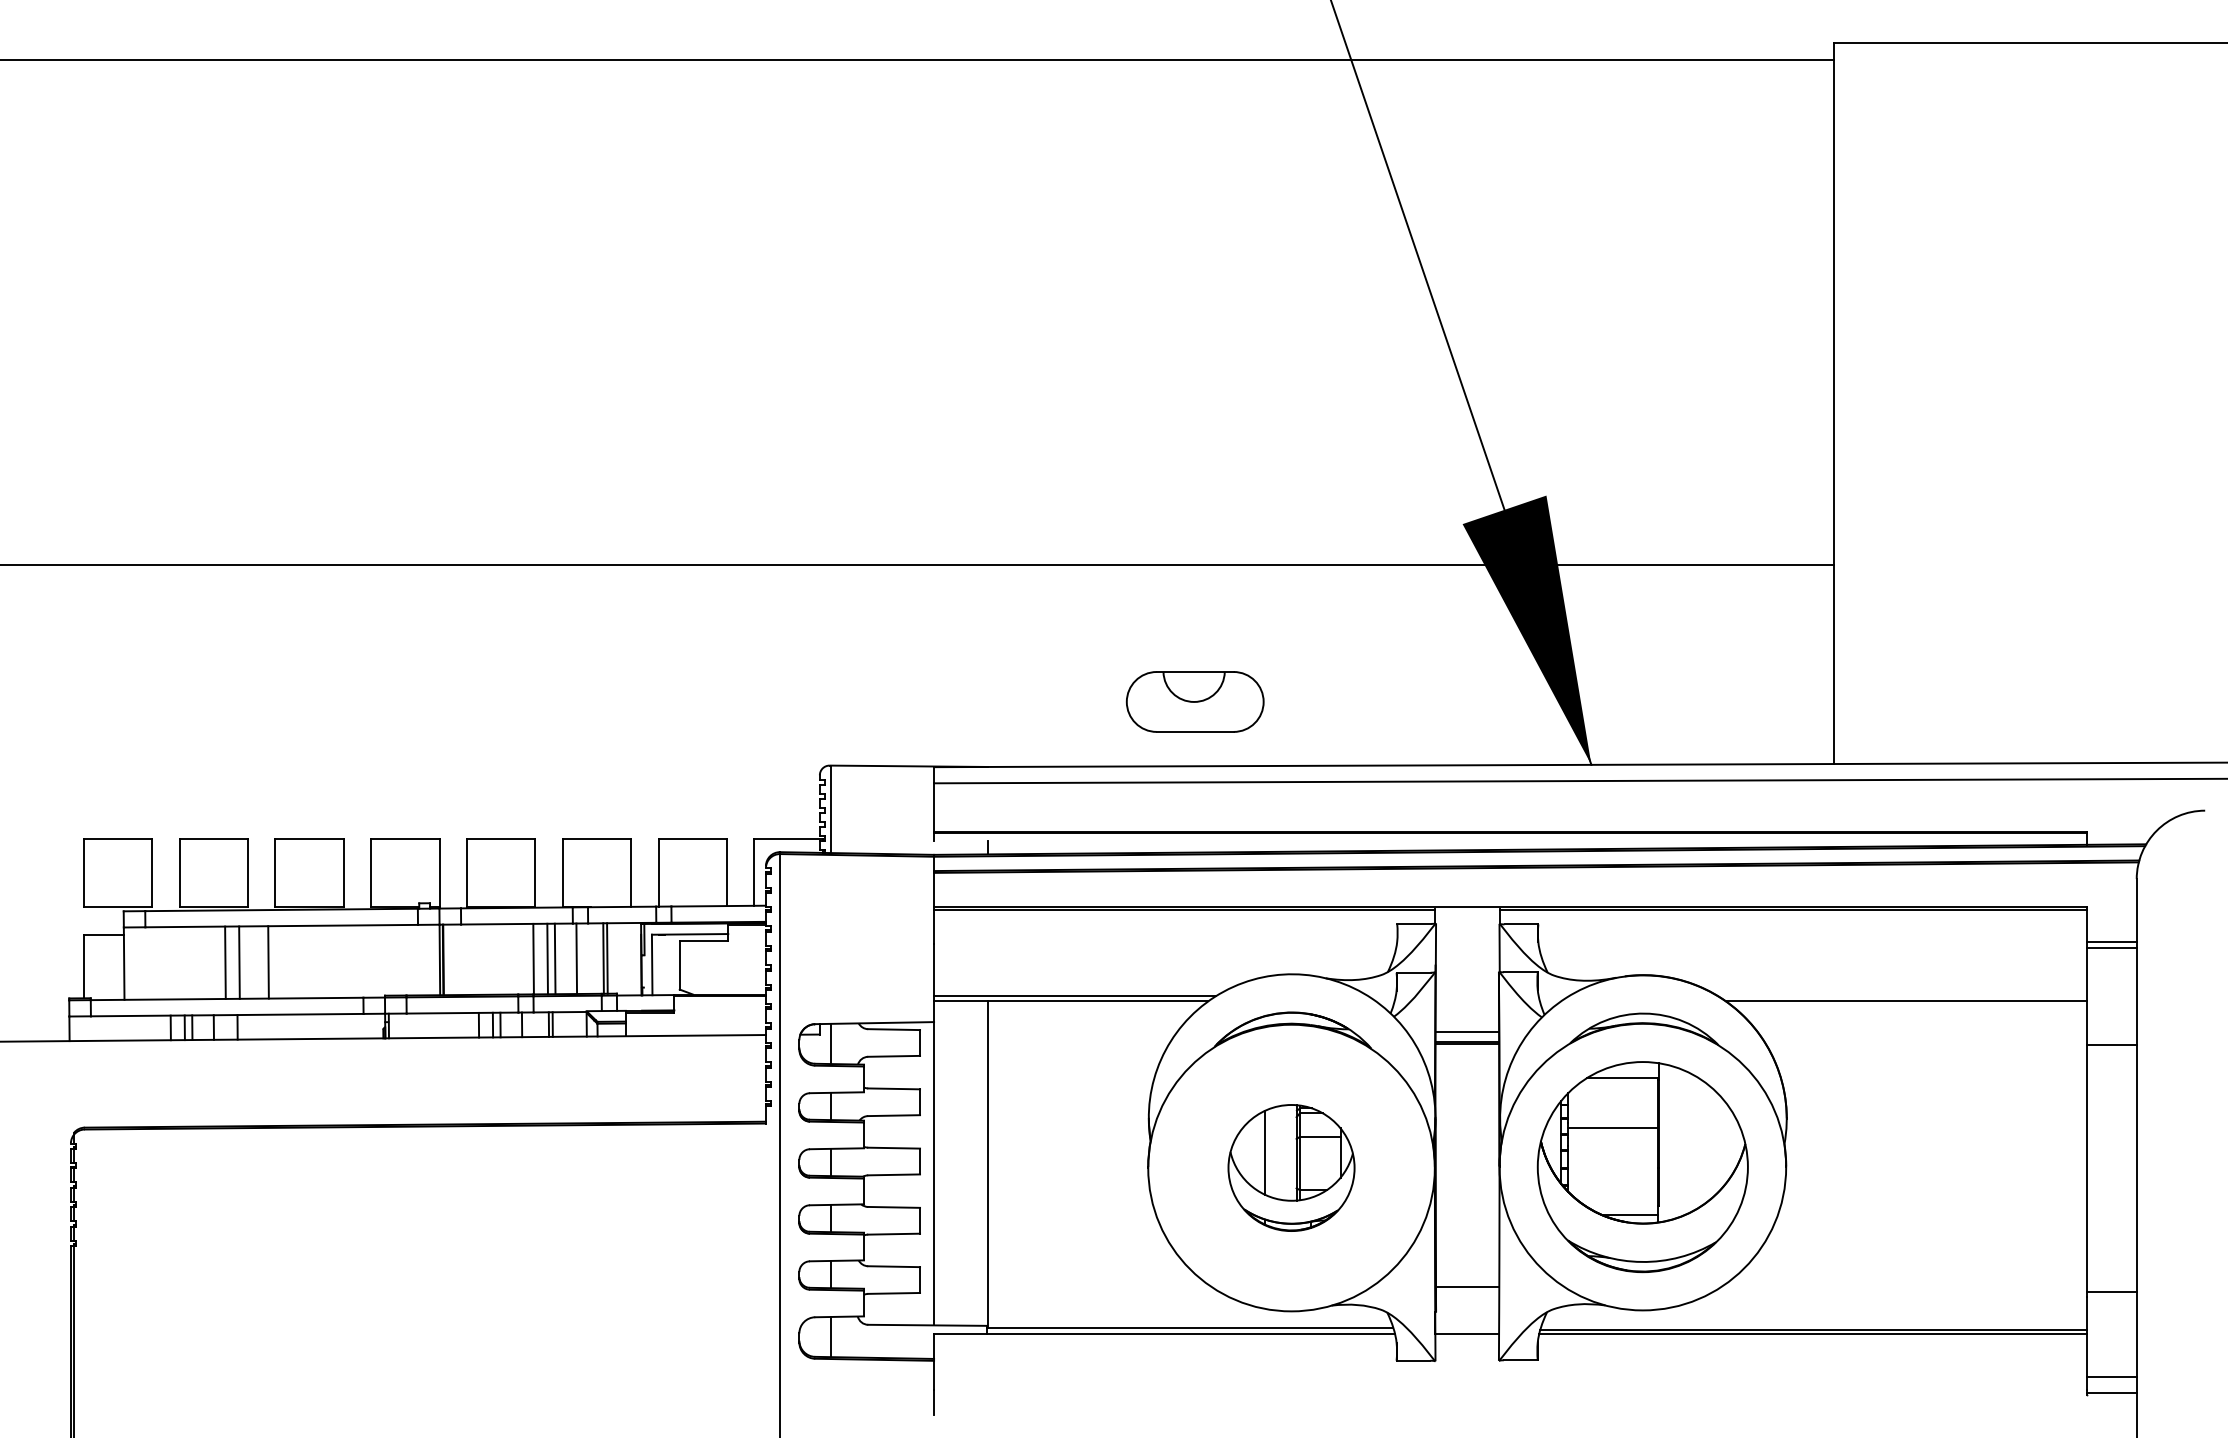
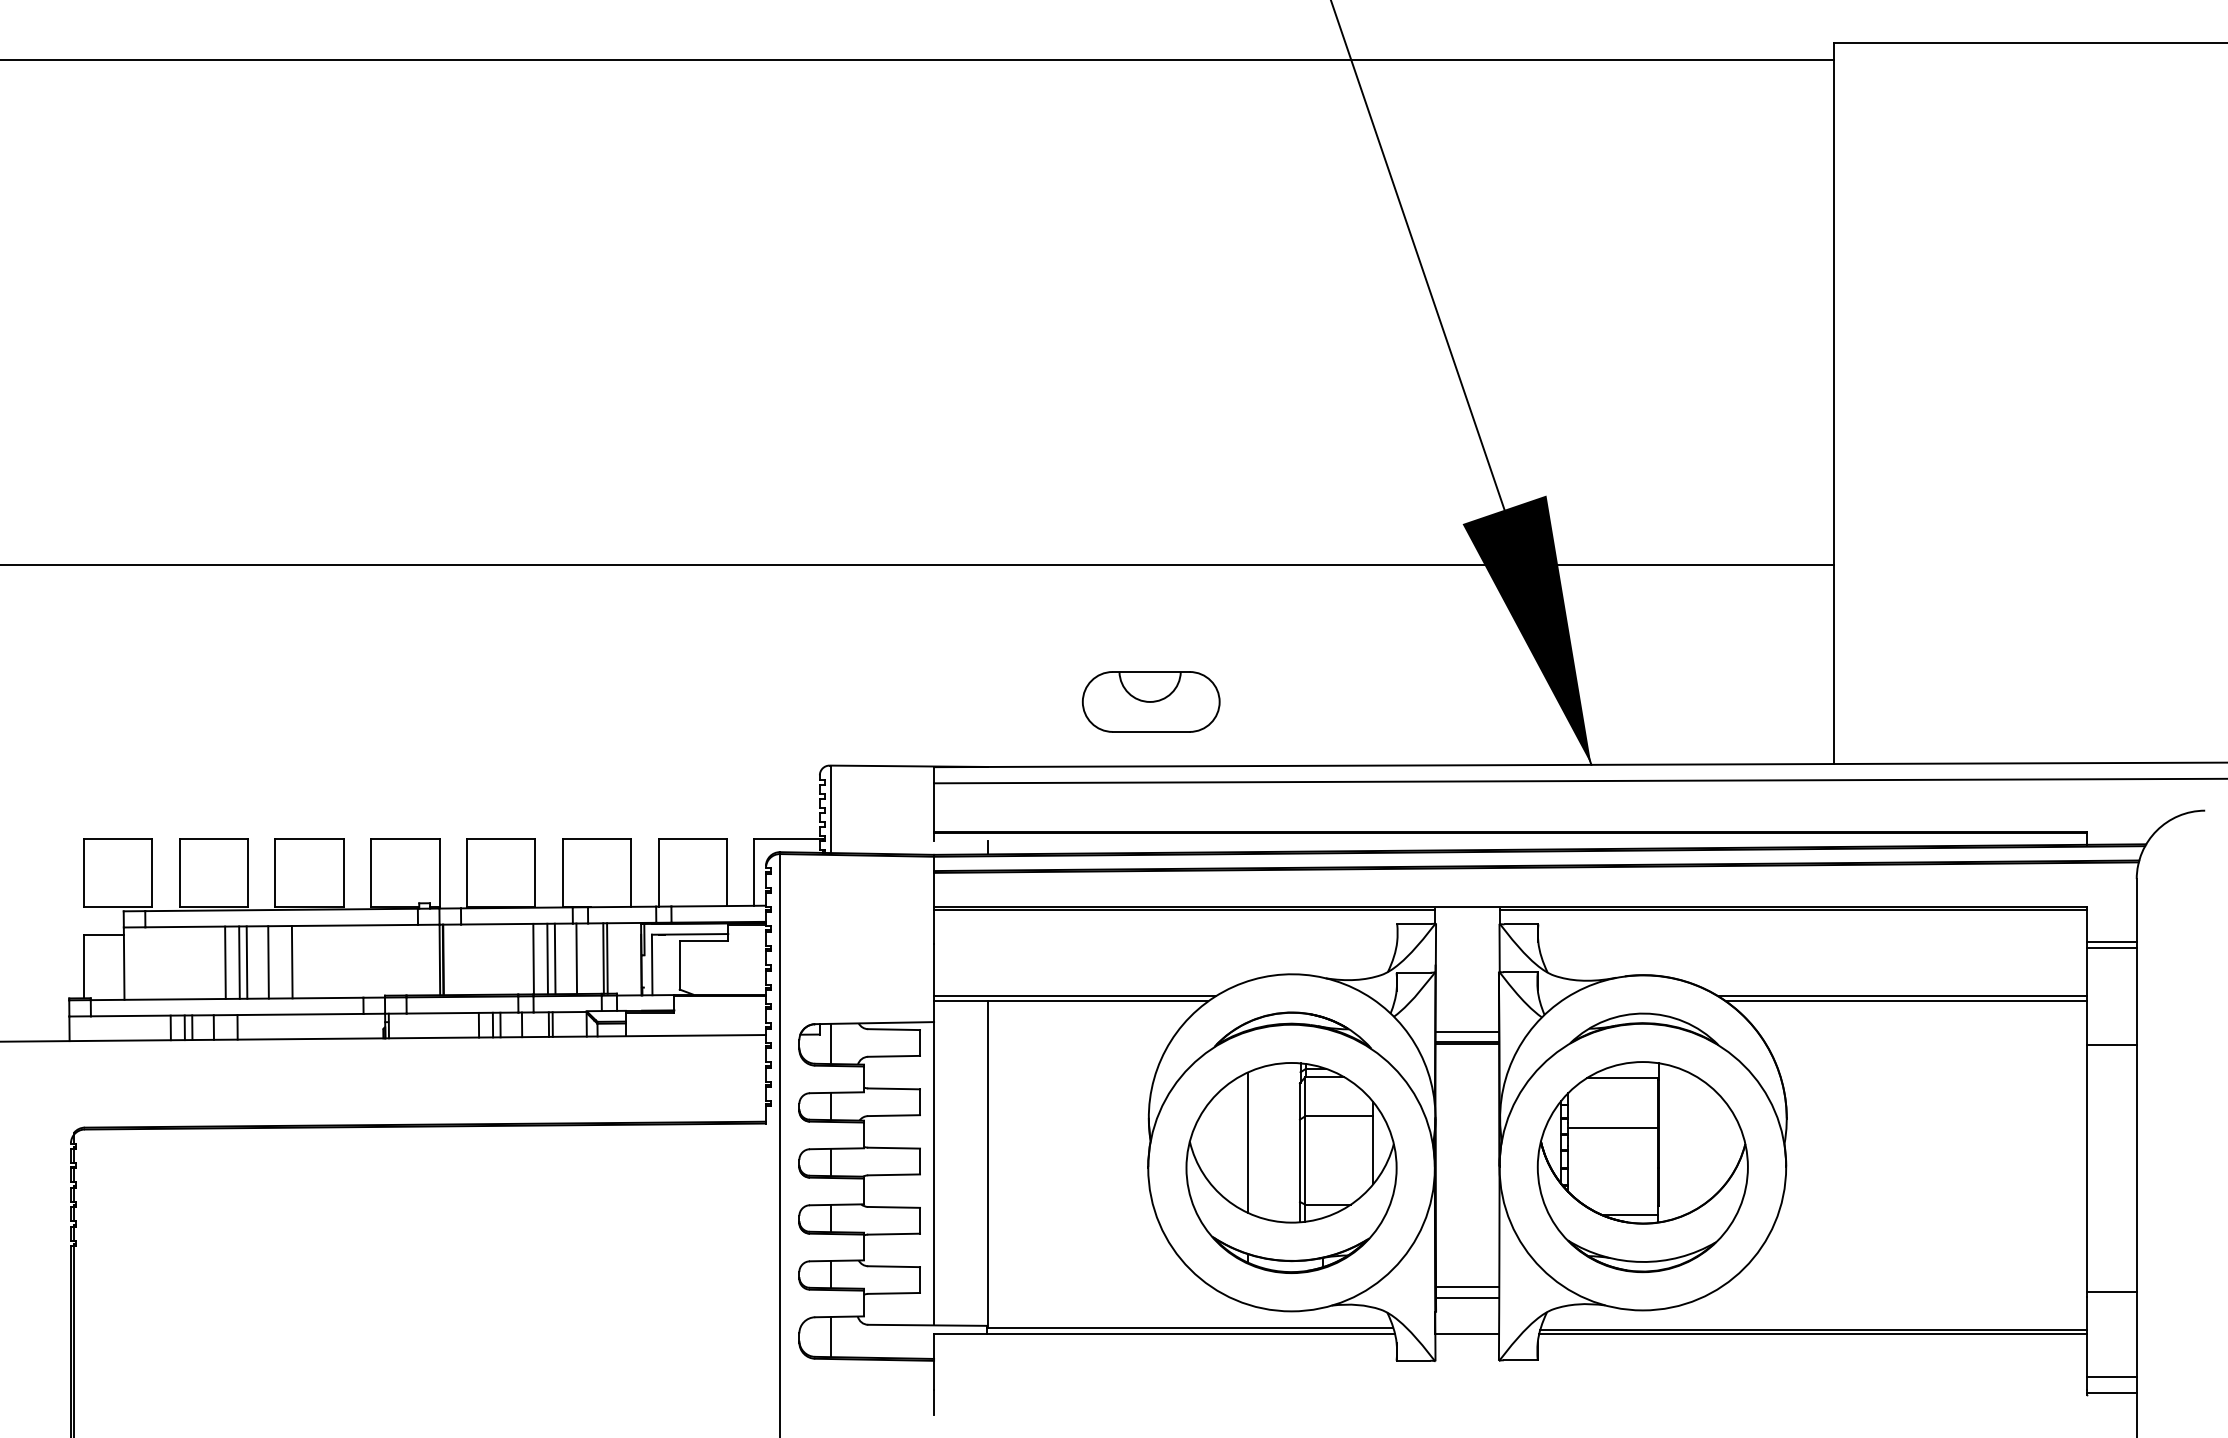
part at (1194, 701) position: (1194, 701) -> (1150, 701)
line at (246, 962): none -> present
line at (291, 962): none -> present
line at (1902, 996): none -> present
part at (1291, 1167) size: 129x128 px -> 213x212 px
line at (1467, 1297): none -> present
